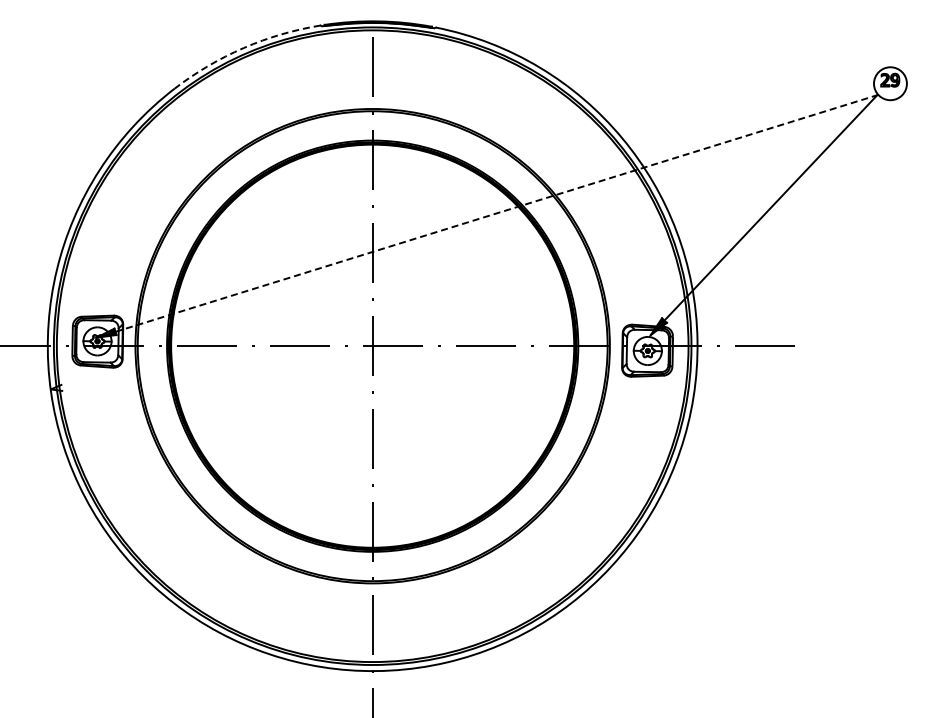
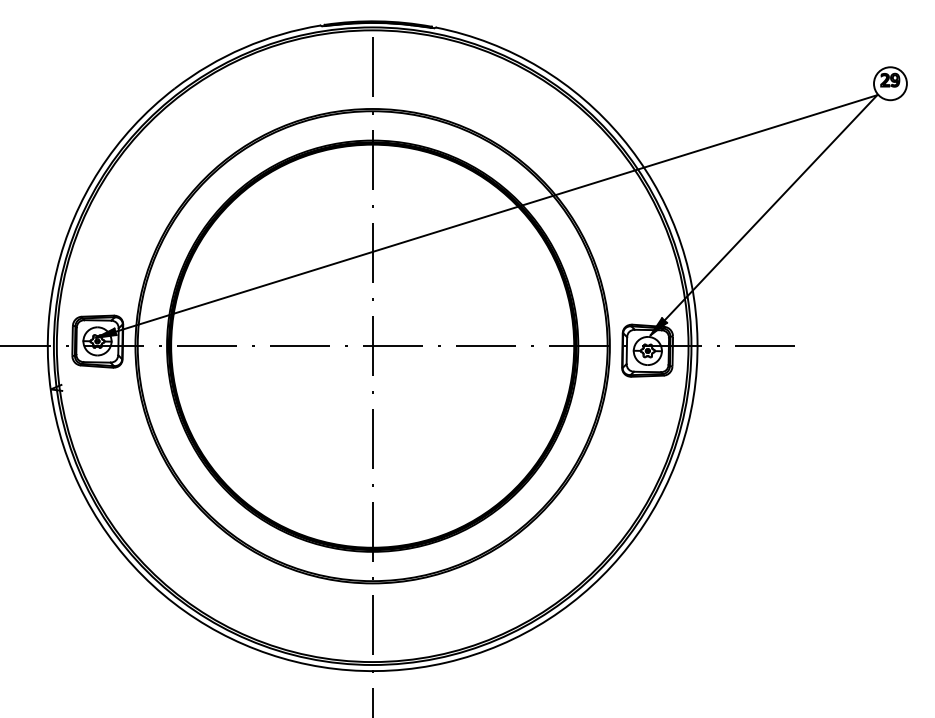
arc at (243, 48): dashed -> solid
line at (496, 213): dashed -> solid
